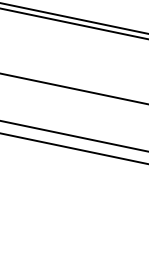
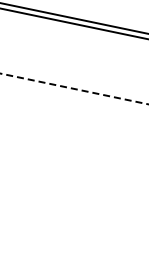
line at (74, 88): solid -> dashed
line at (73, 136): present -> none
line at (73, 148): present -> none
